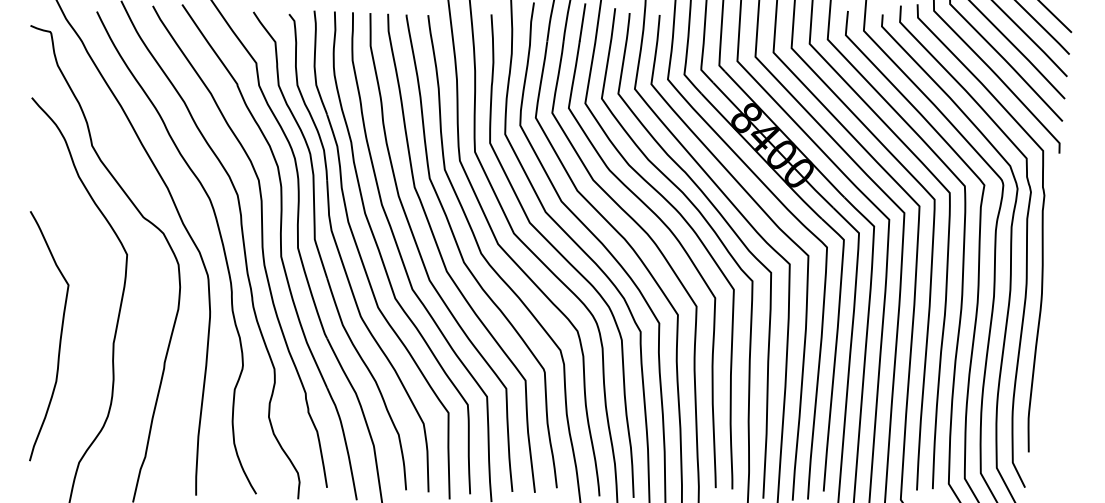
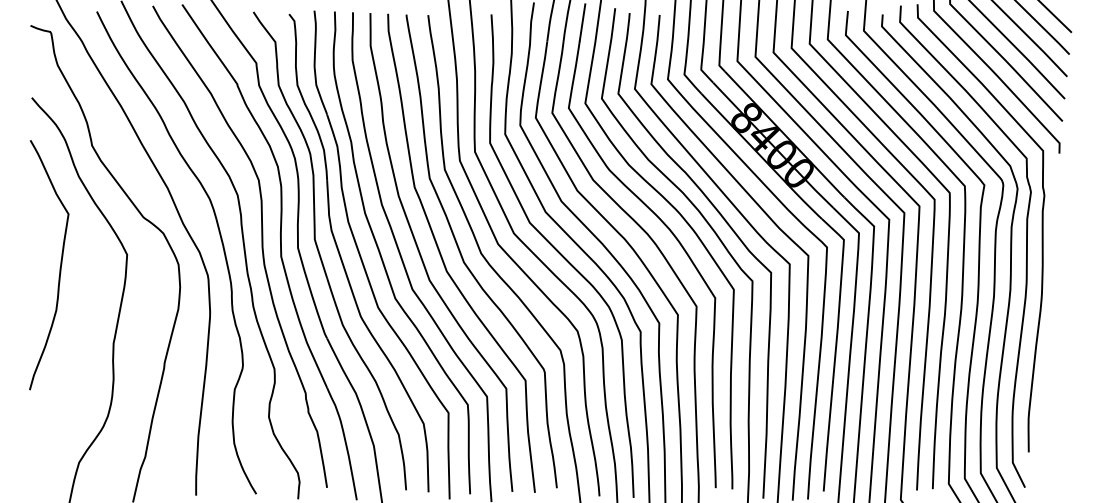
curve at (59, 338) position: (59, 338) -> (59, 267)
